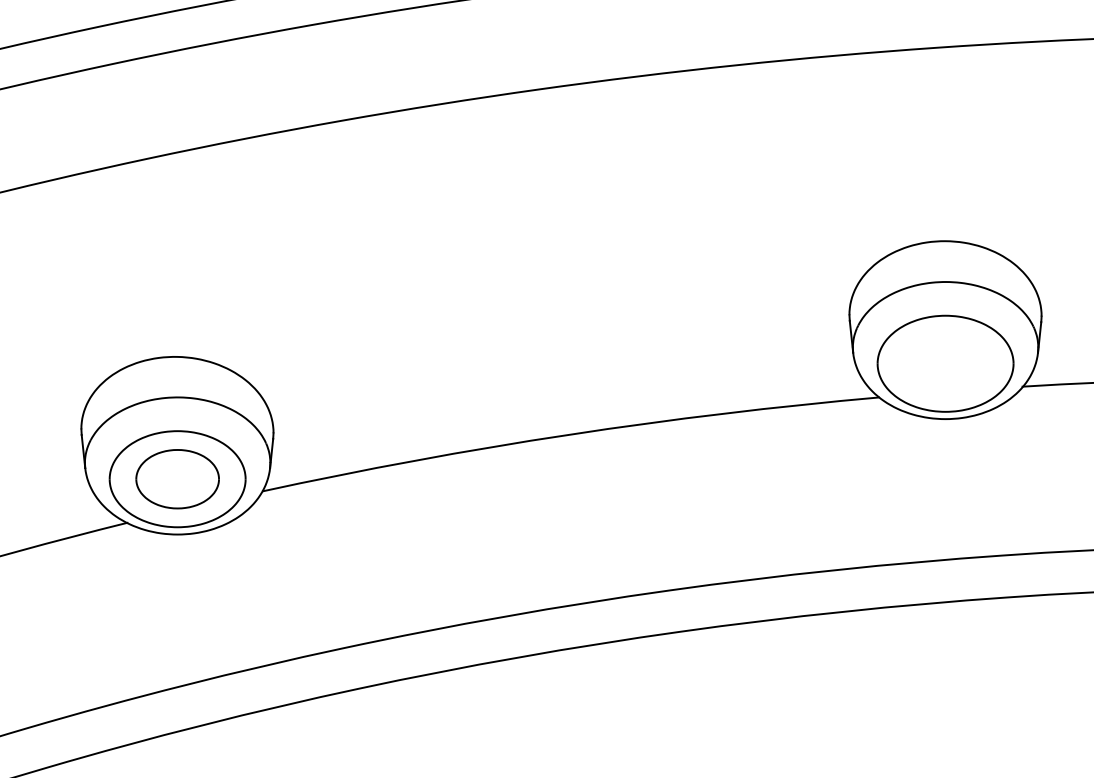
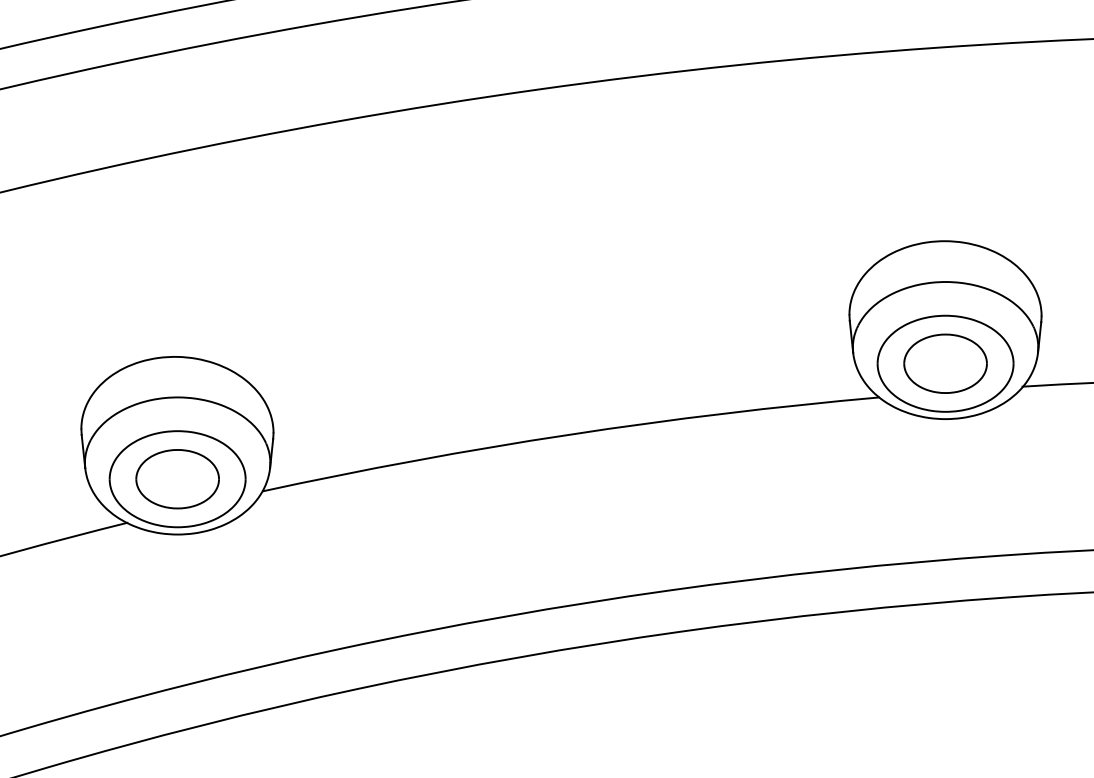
part at (945, 363): none -> present
